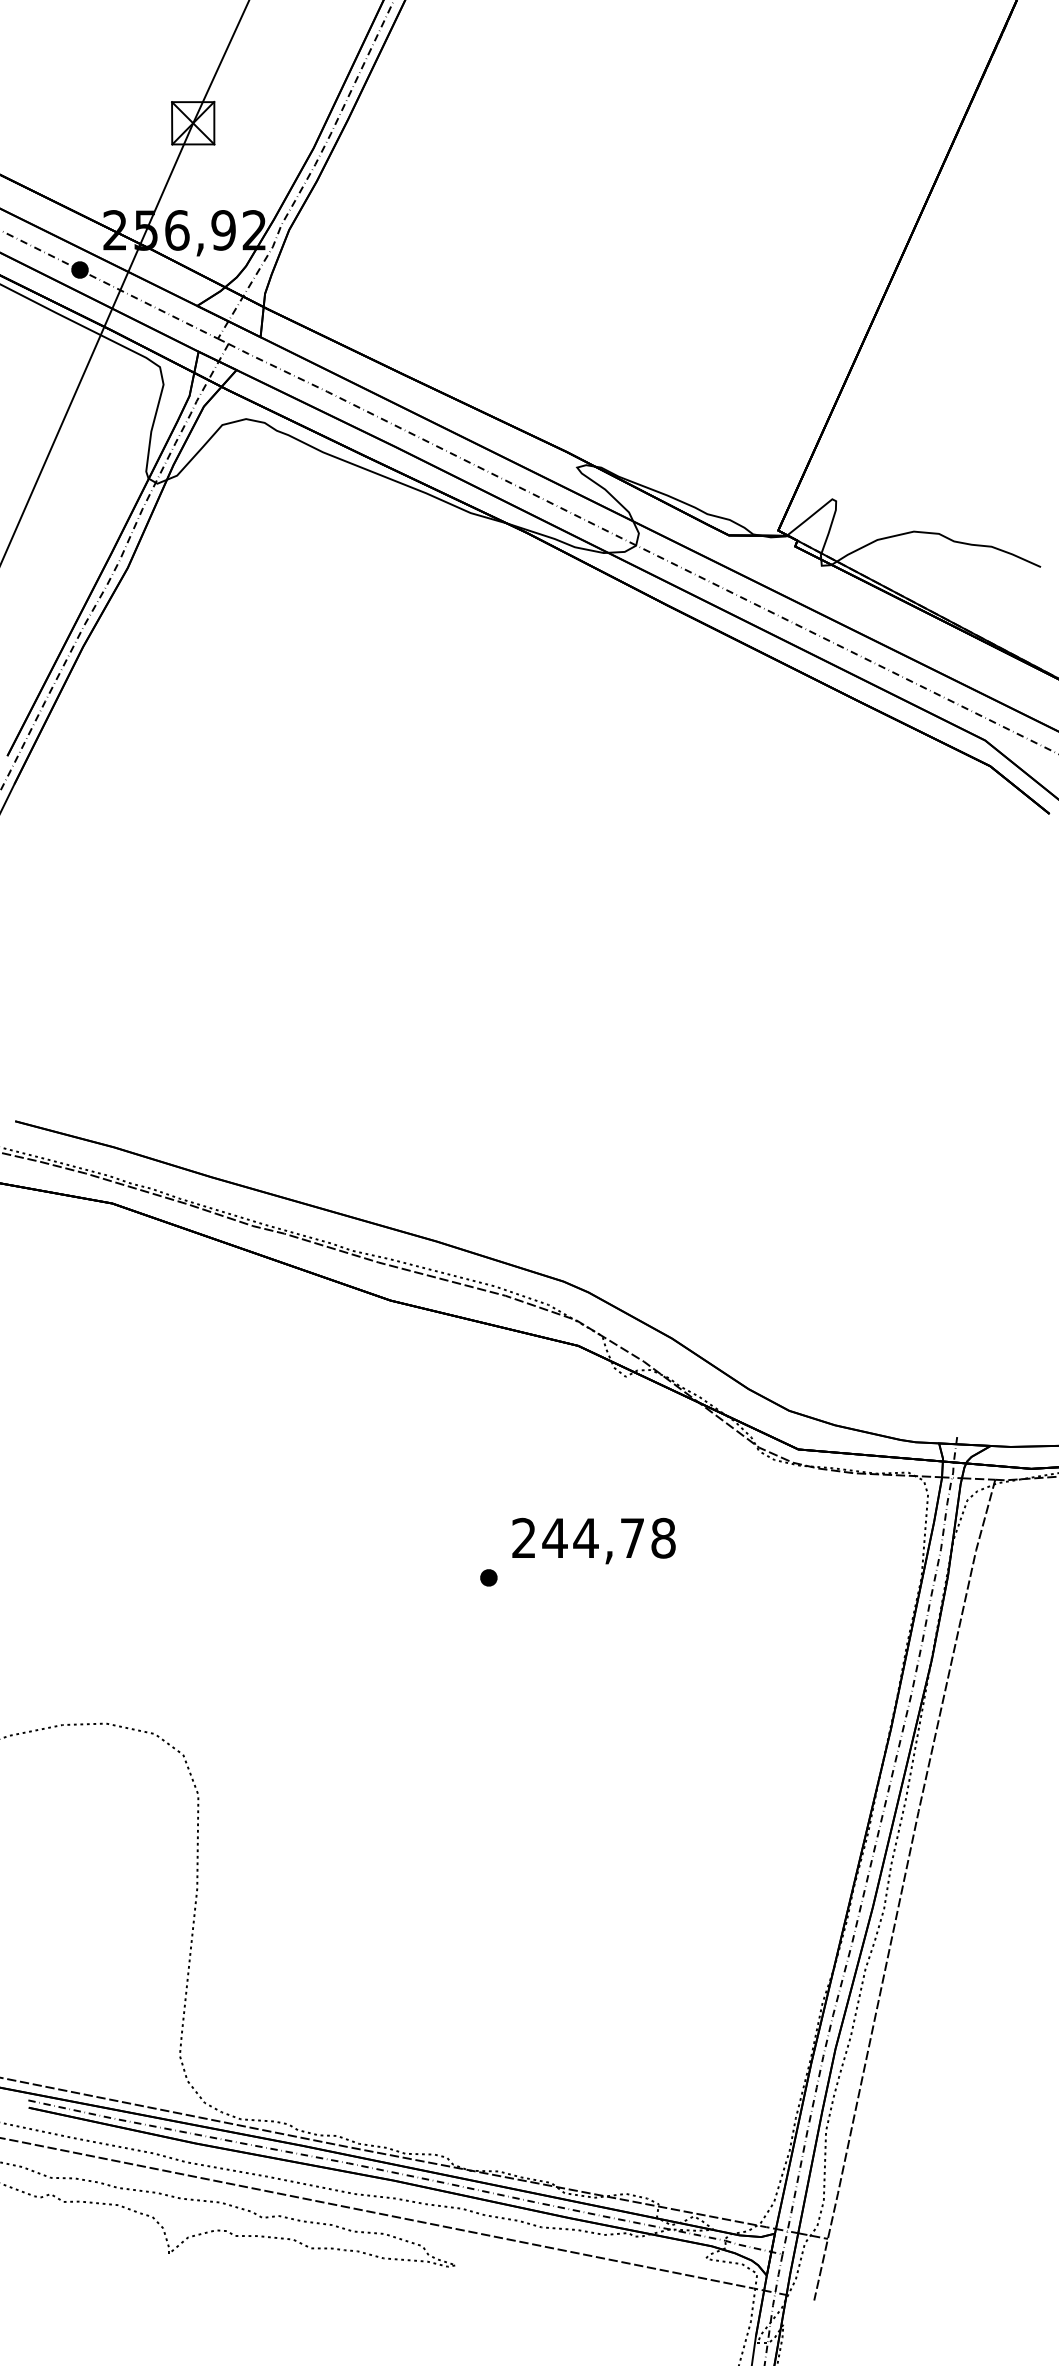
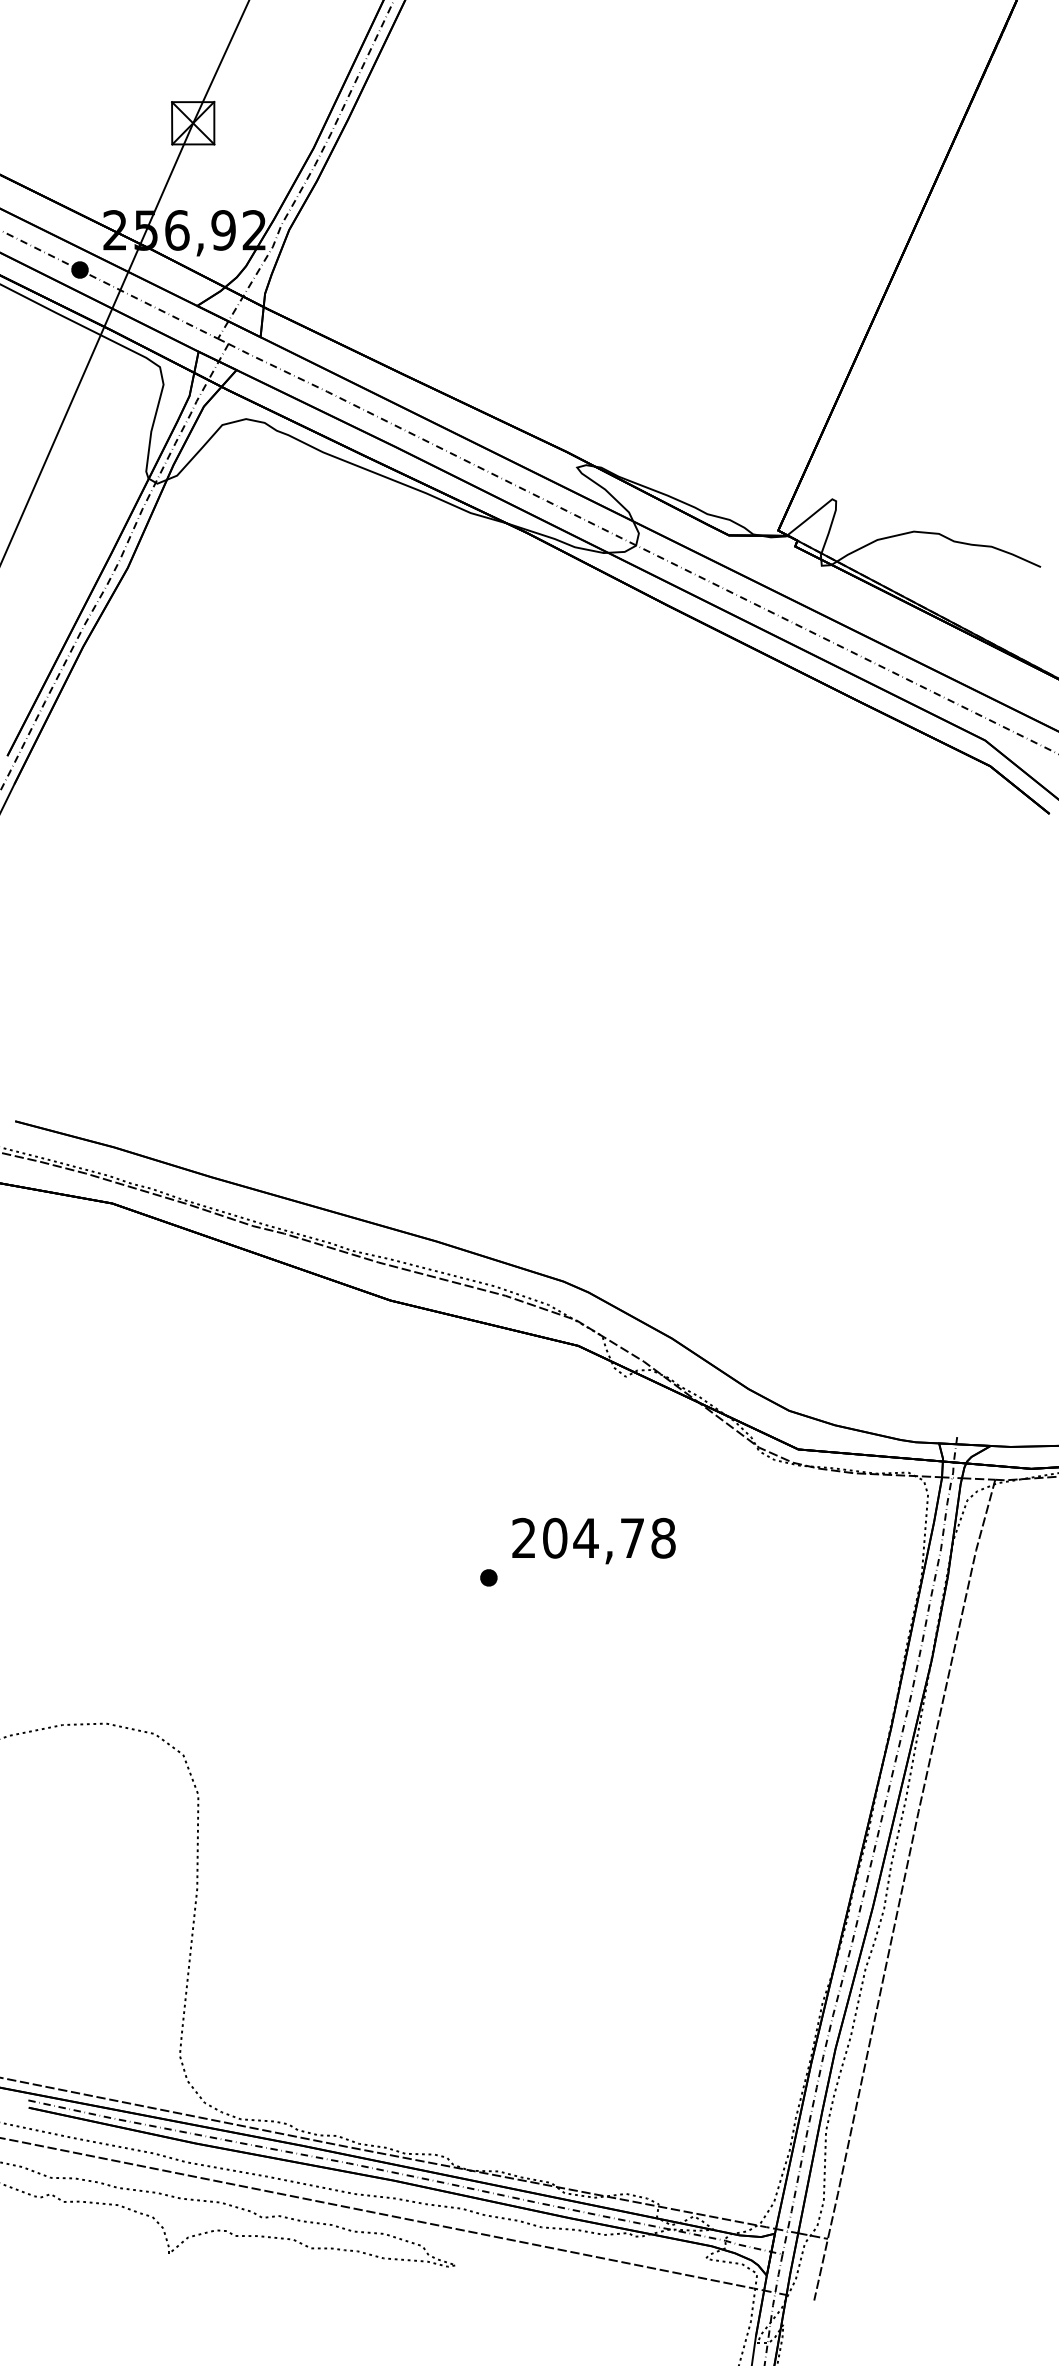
text at (554, 1537): 244,78 -> 204,78
